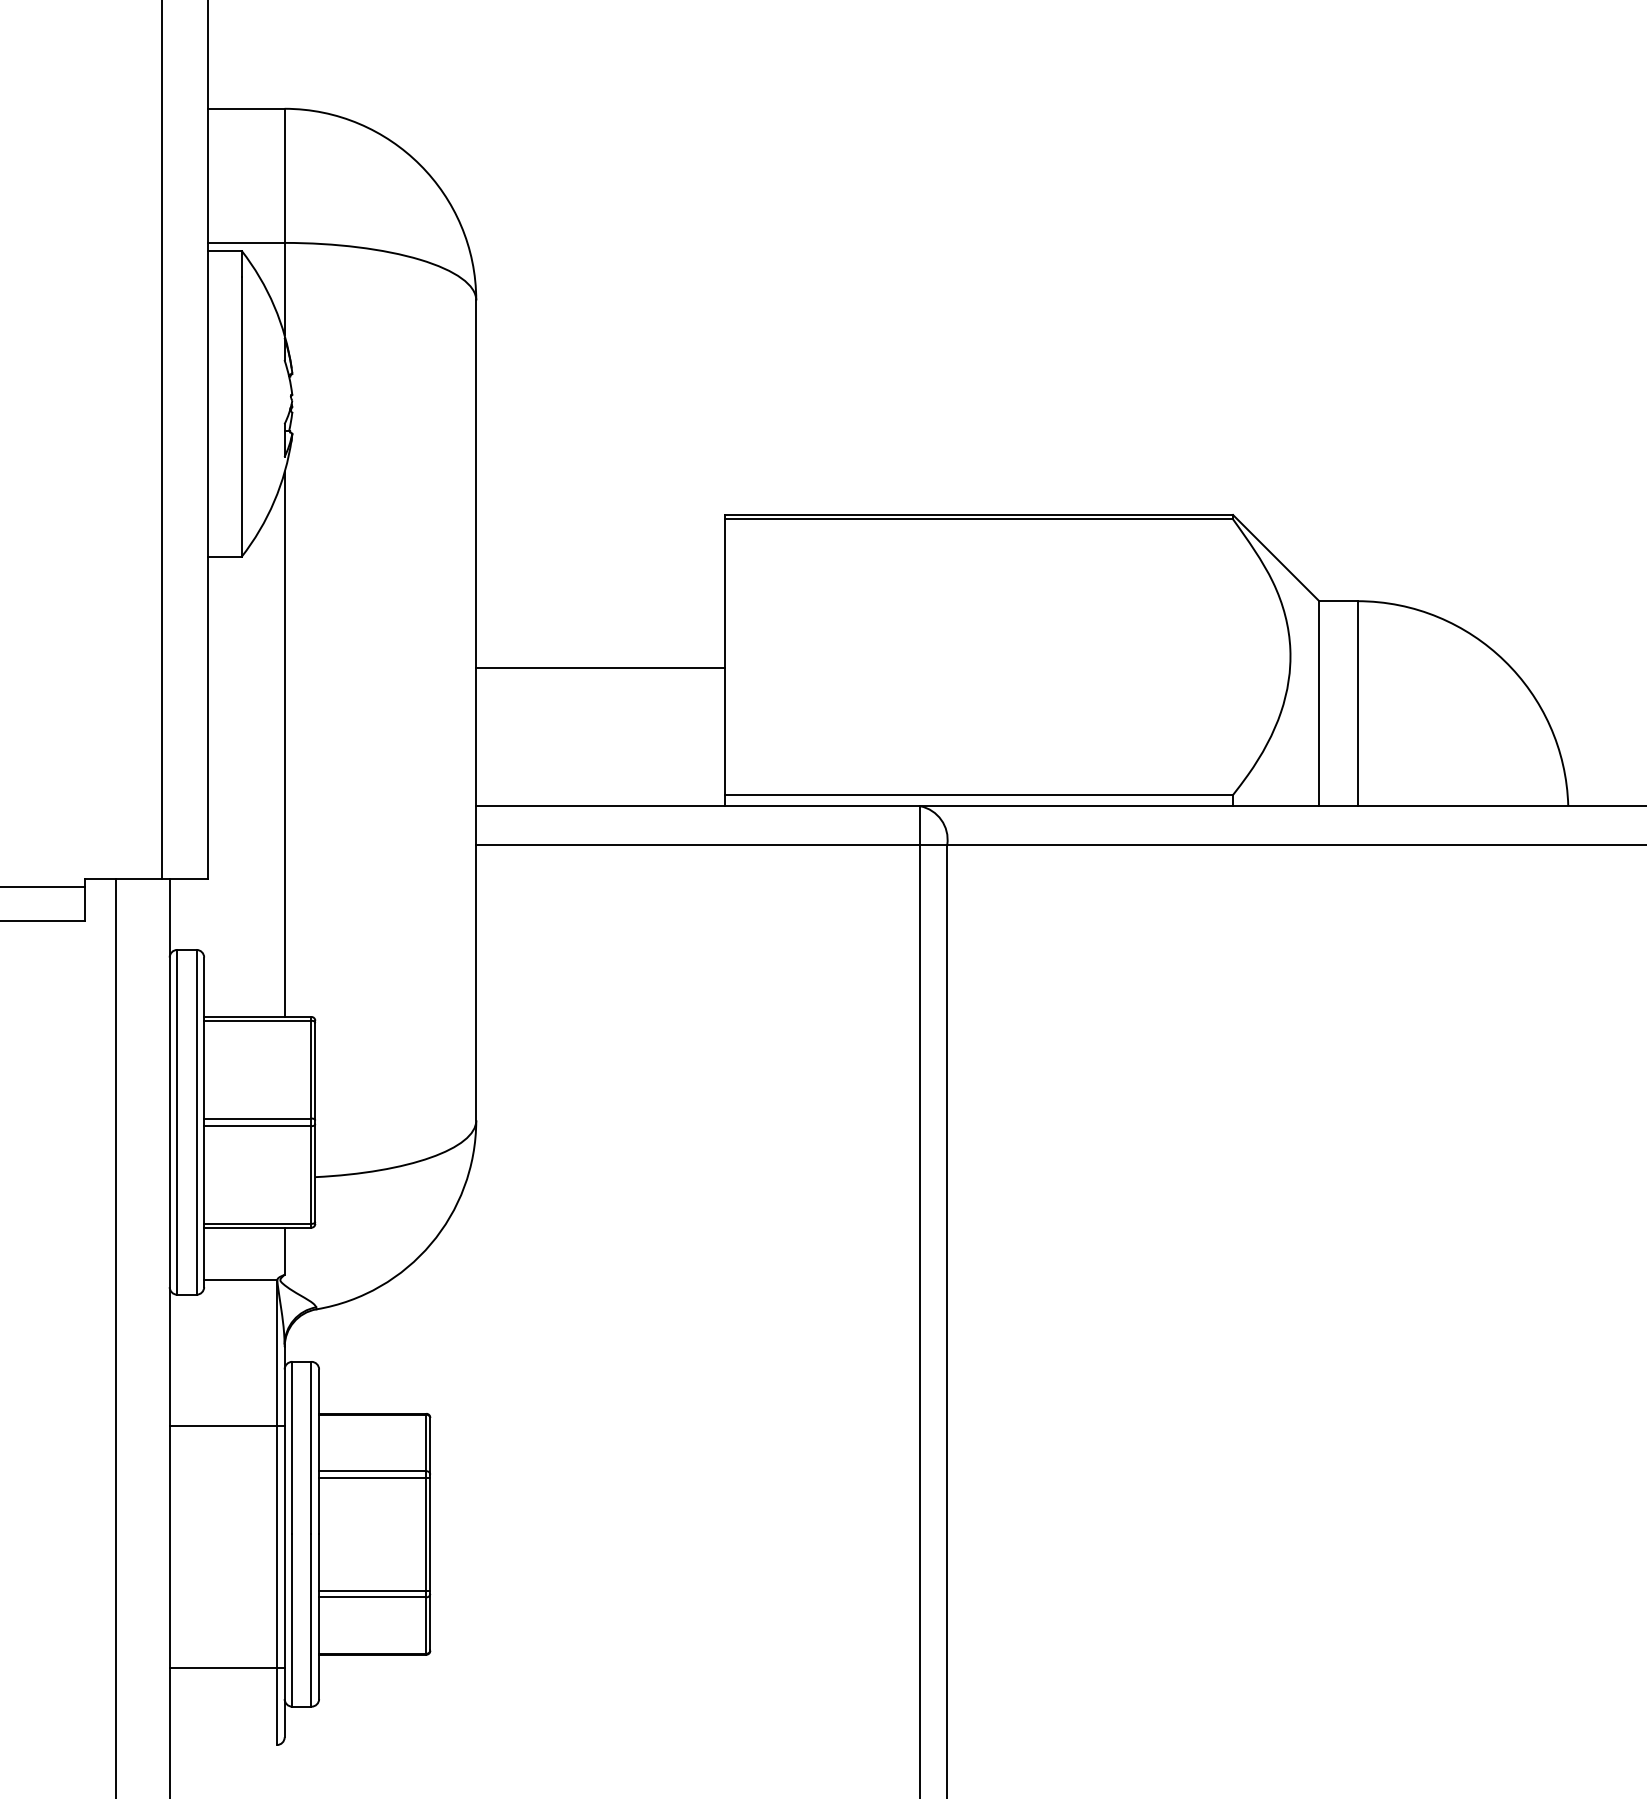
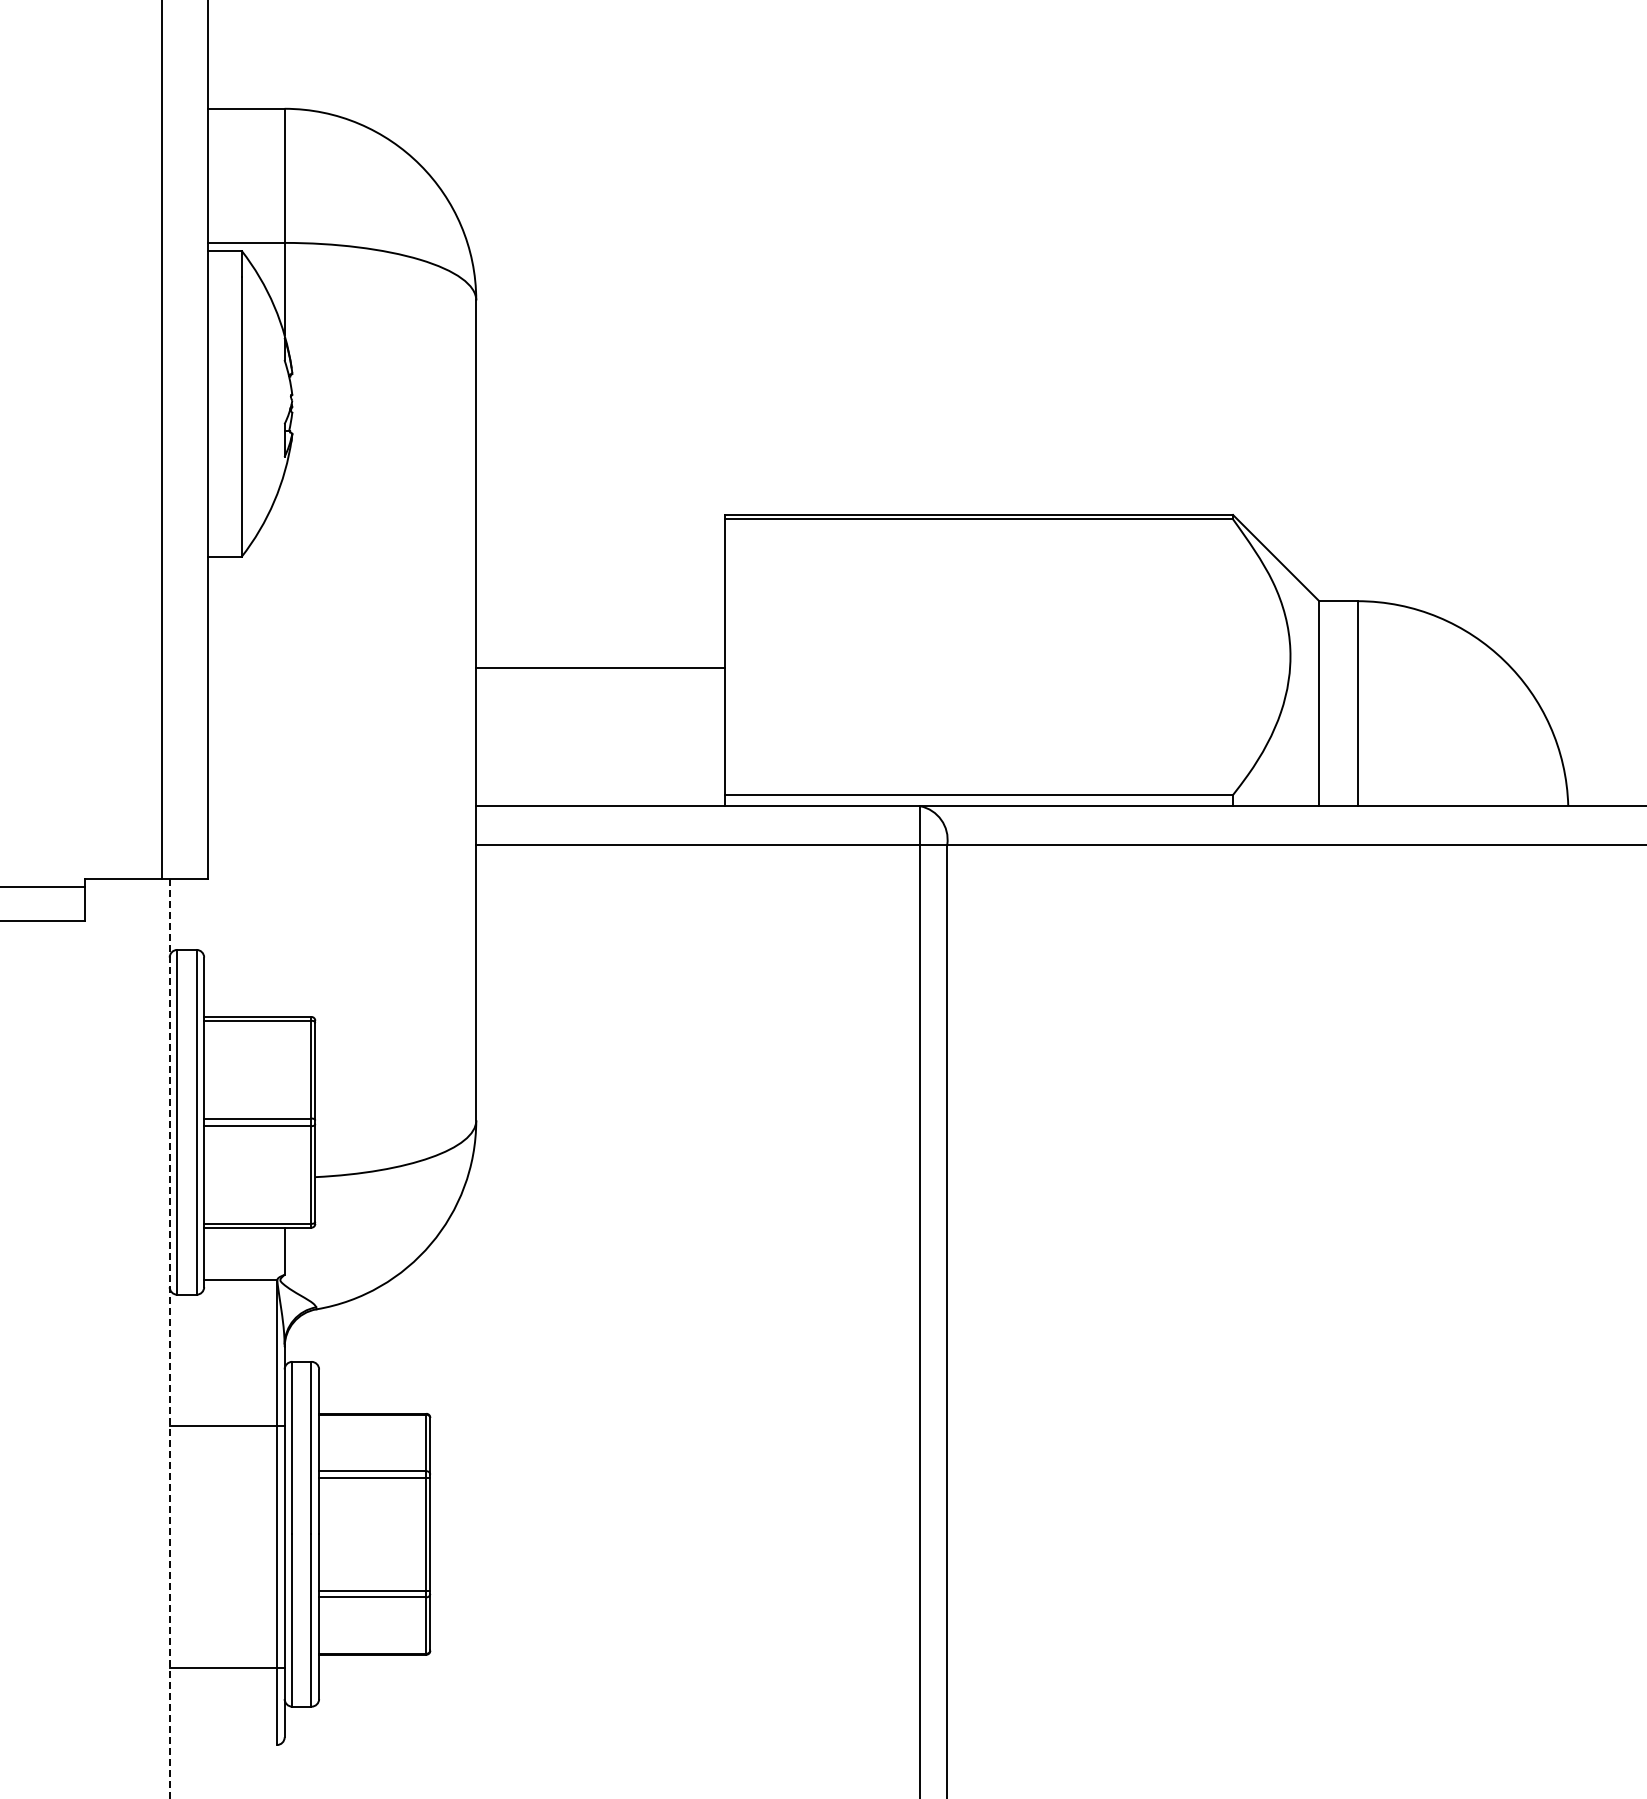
line at (284, 744): present -> none
line at (116, 1337): present -> none
line at (169, 1338): solid -> dashed
